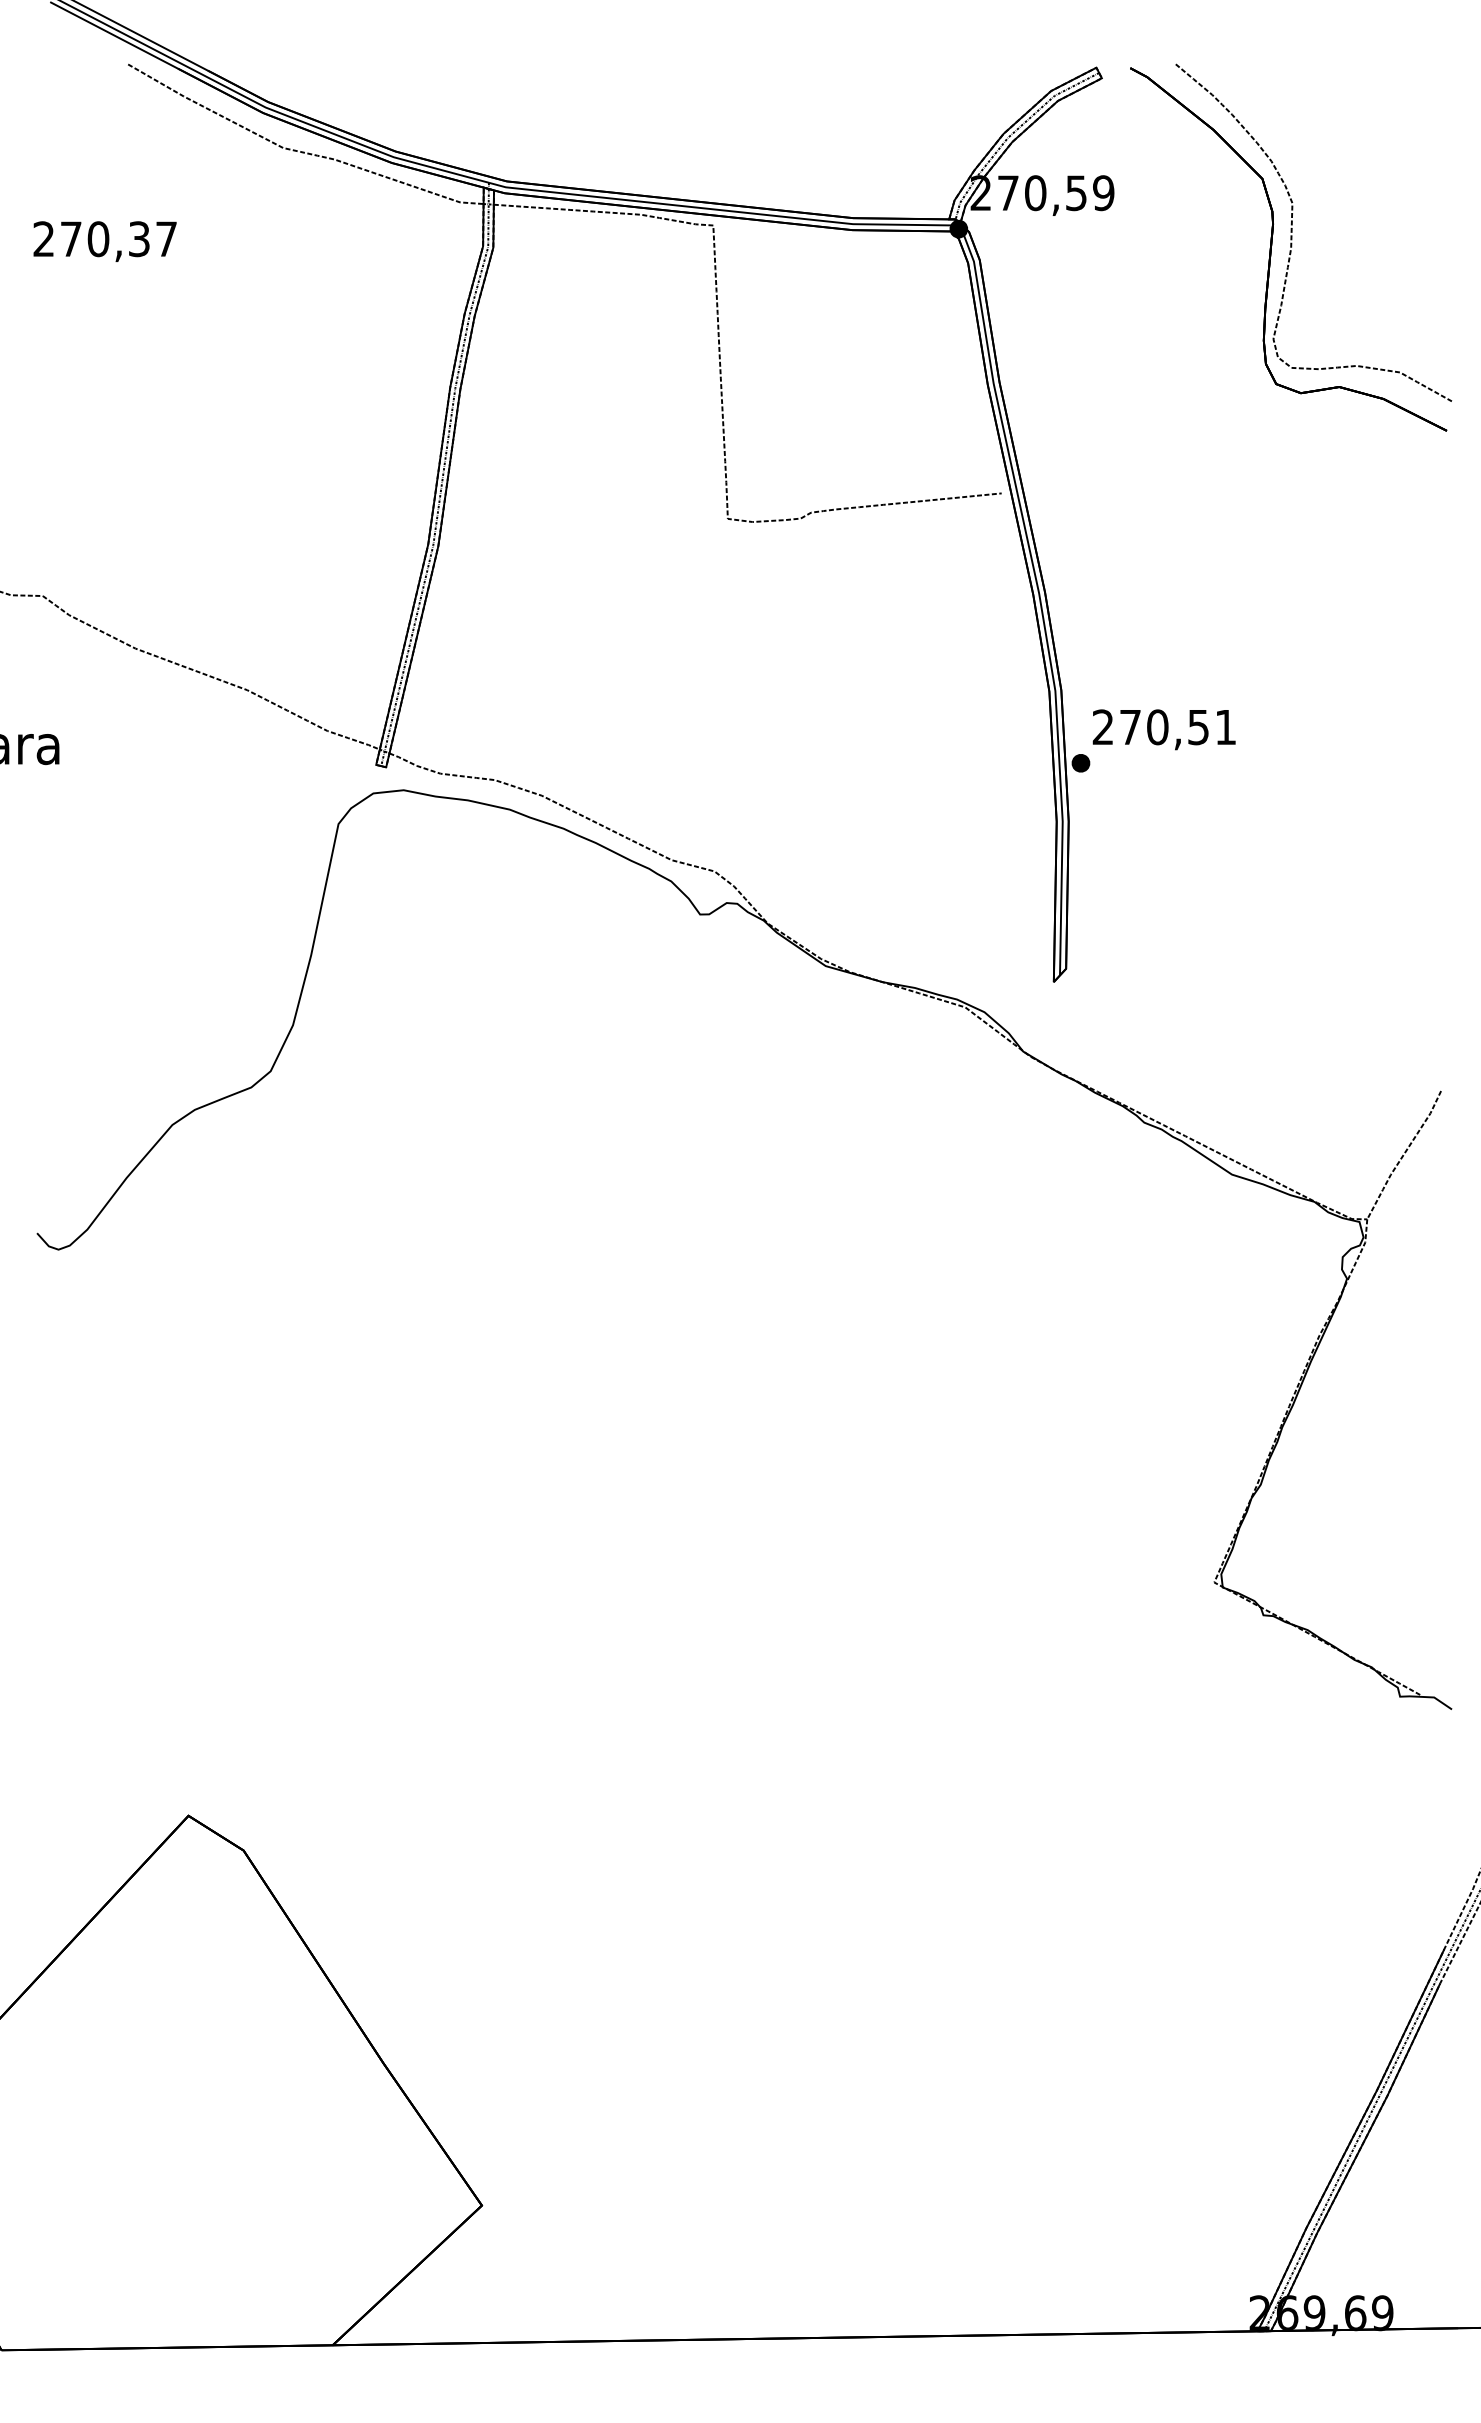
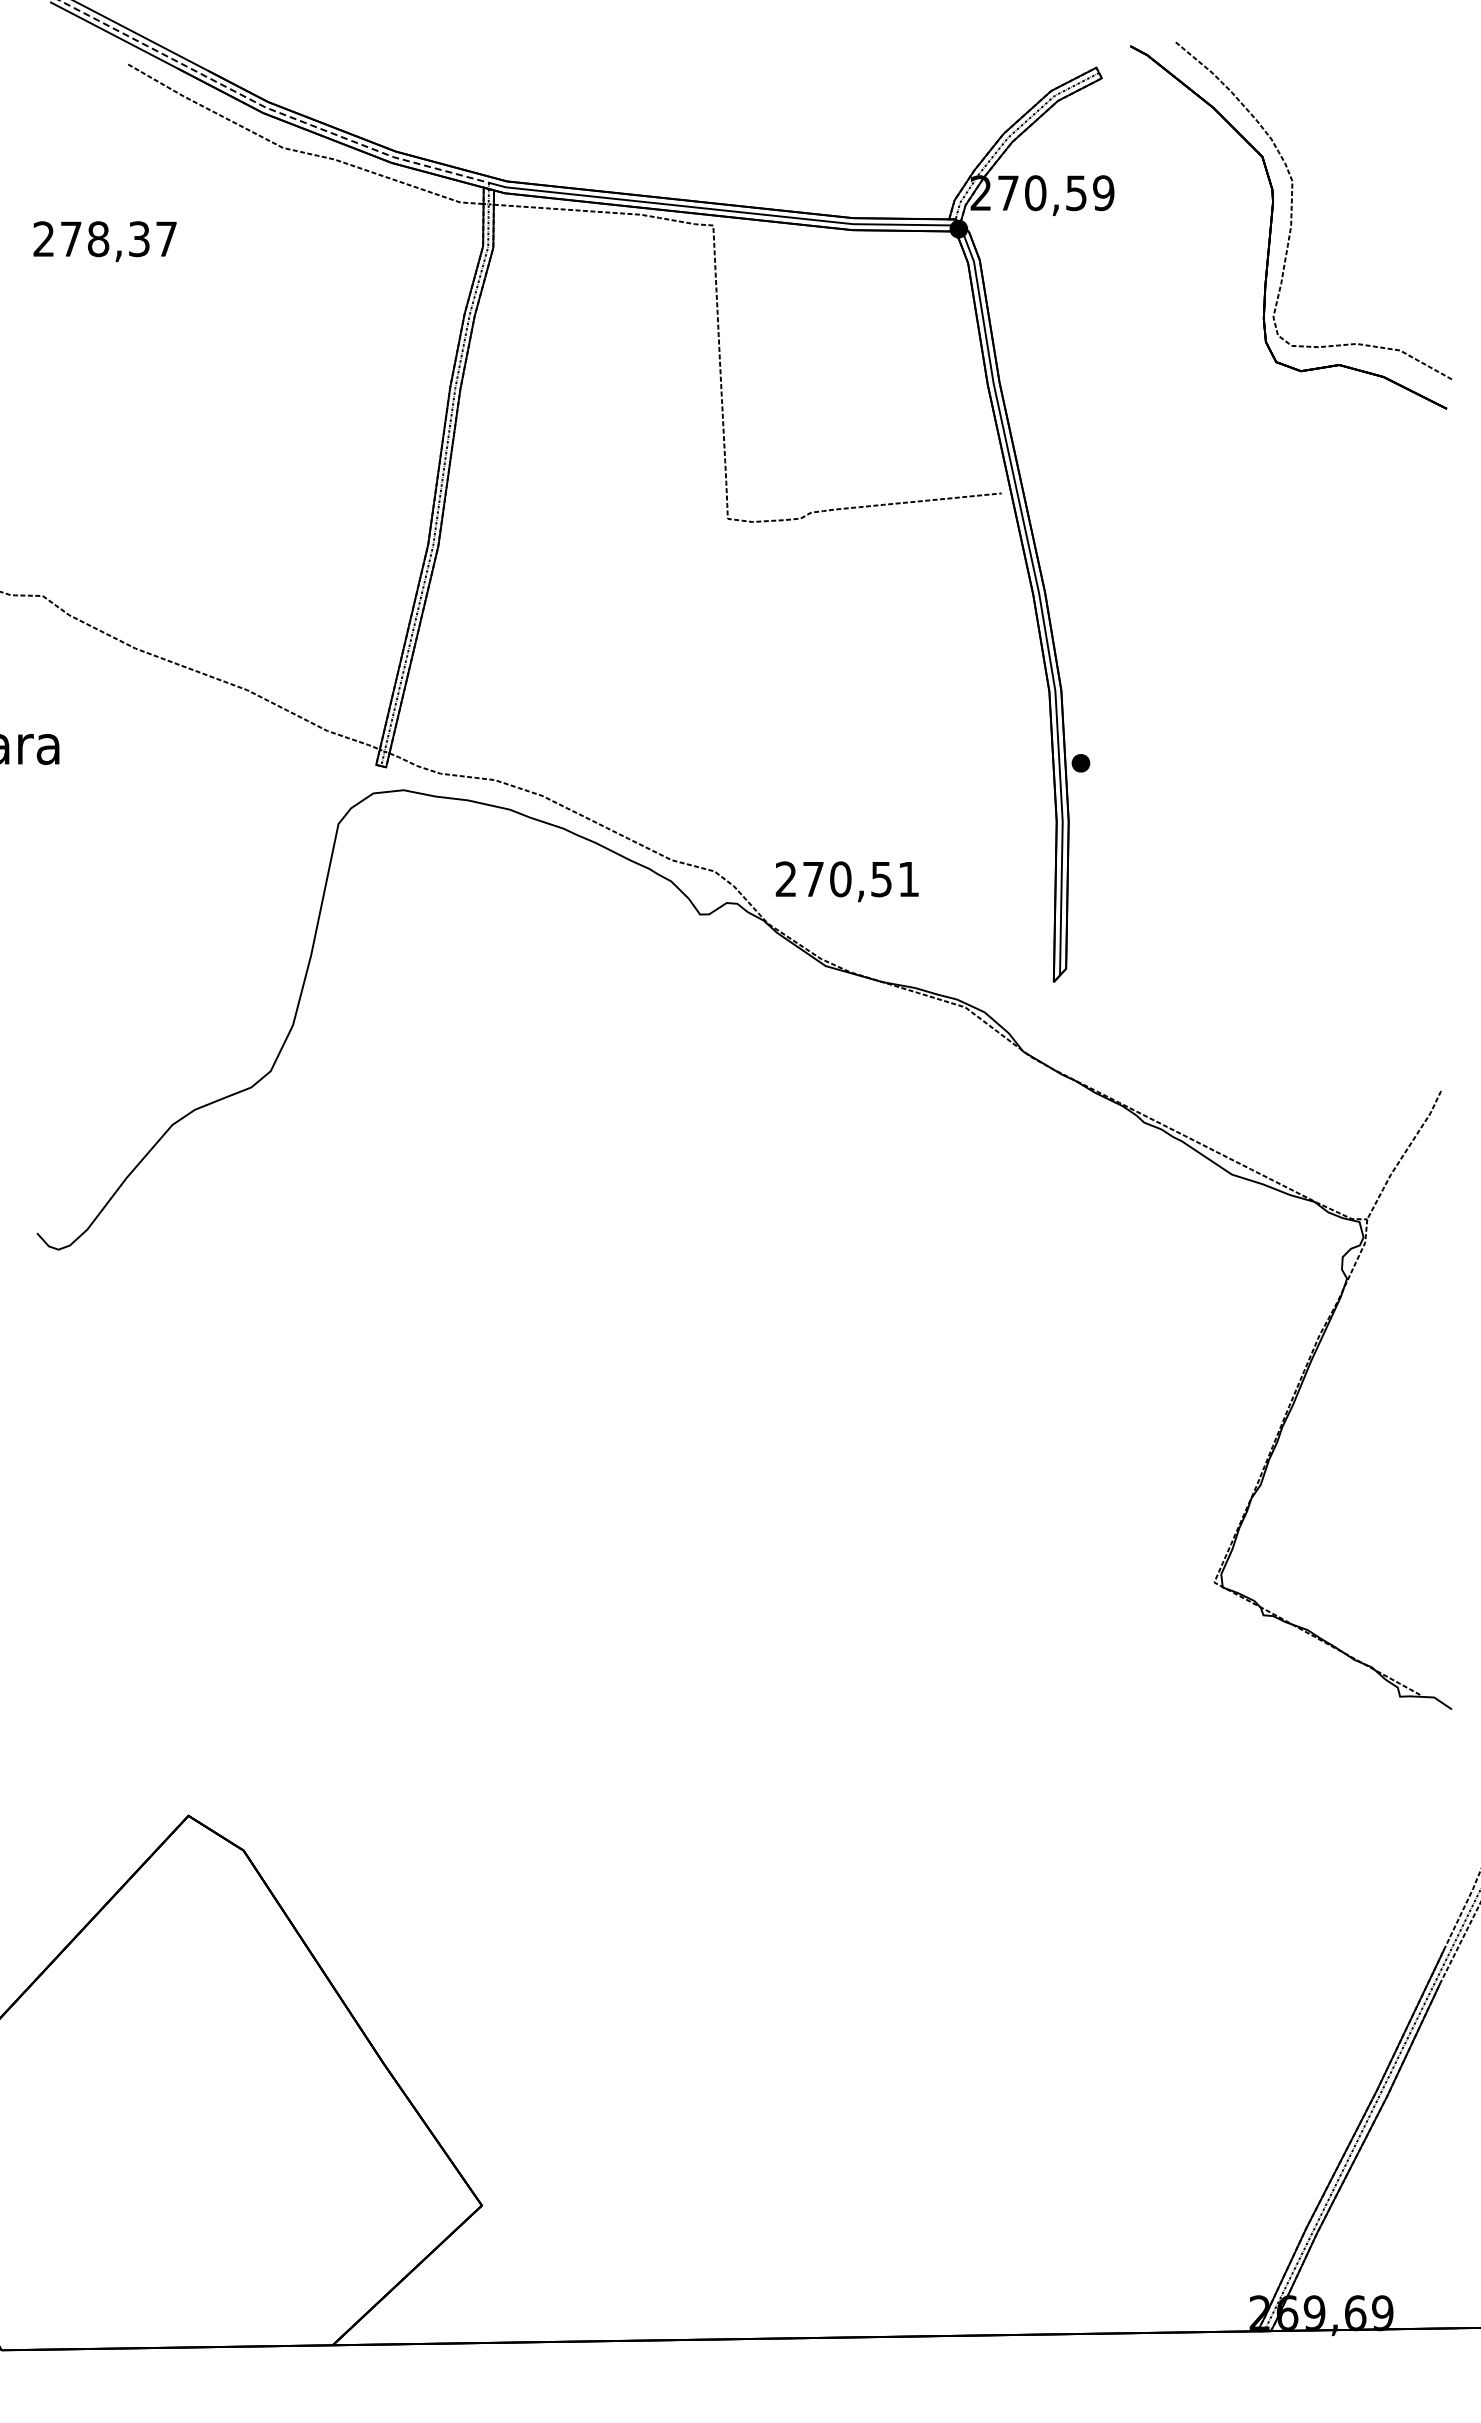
line at (267, 108): solid -> dashed
text at (98, 238): 270,37 -> 278,37
part at (1291, 247) position: (1291, 247) -> (1291, 225)
text at (1163, 729) position: (1163, 729) -> (846, 881)
